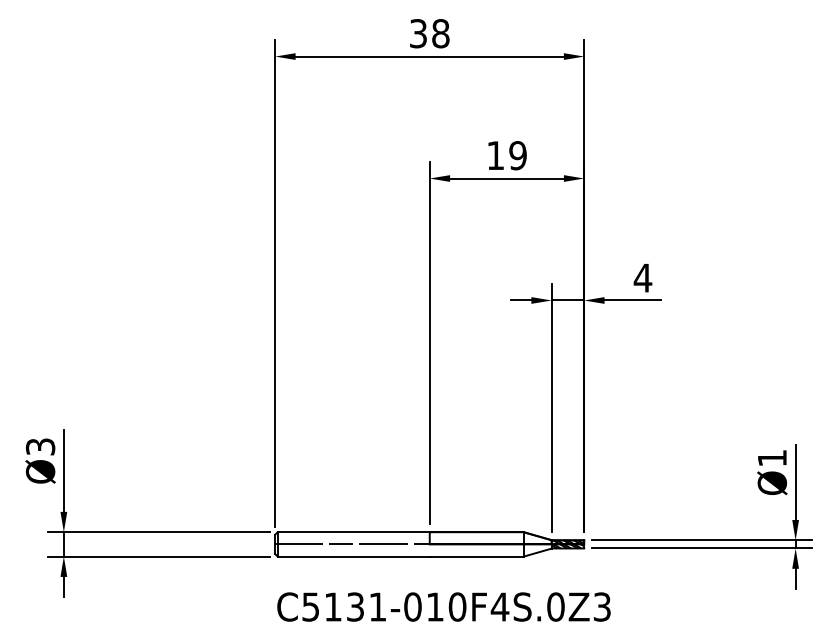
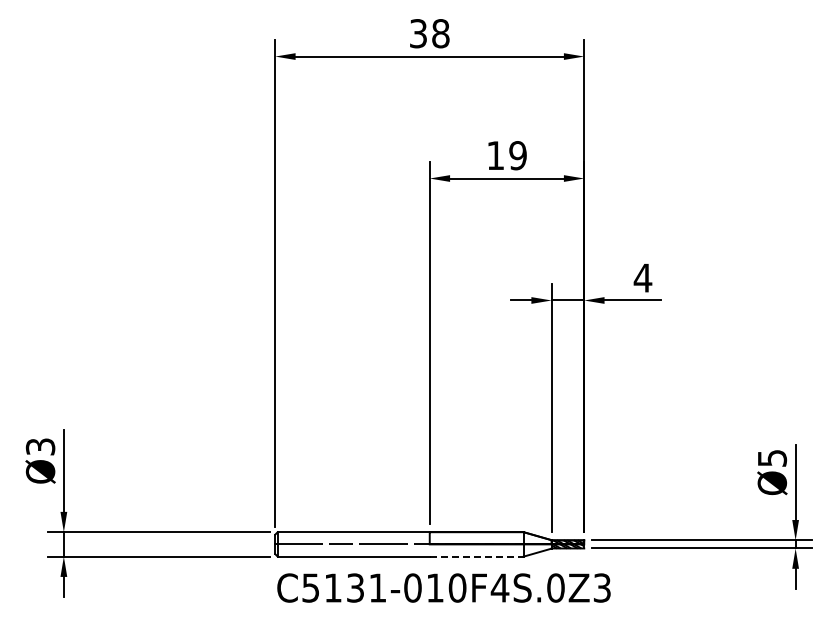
text at (772, 458): Ø1 -> Ø5
line at (477, 556): solid -> dashed
text at (443, 606) position: (443, 606) -> (443, 587)
